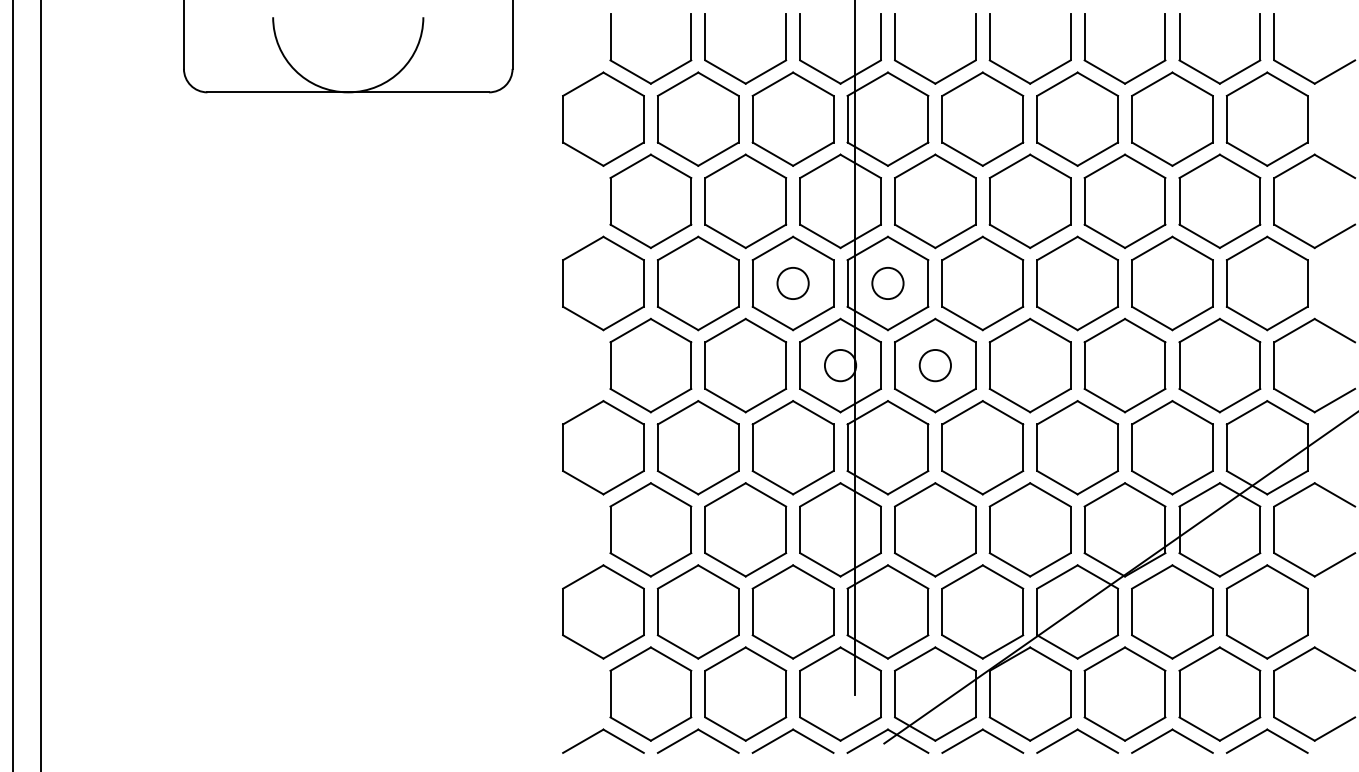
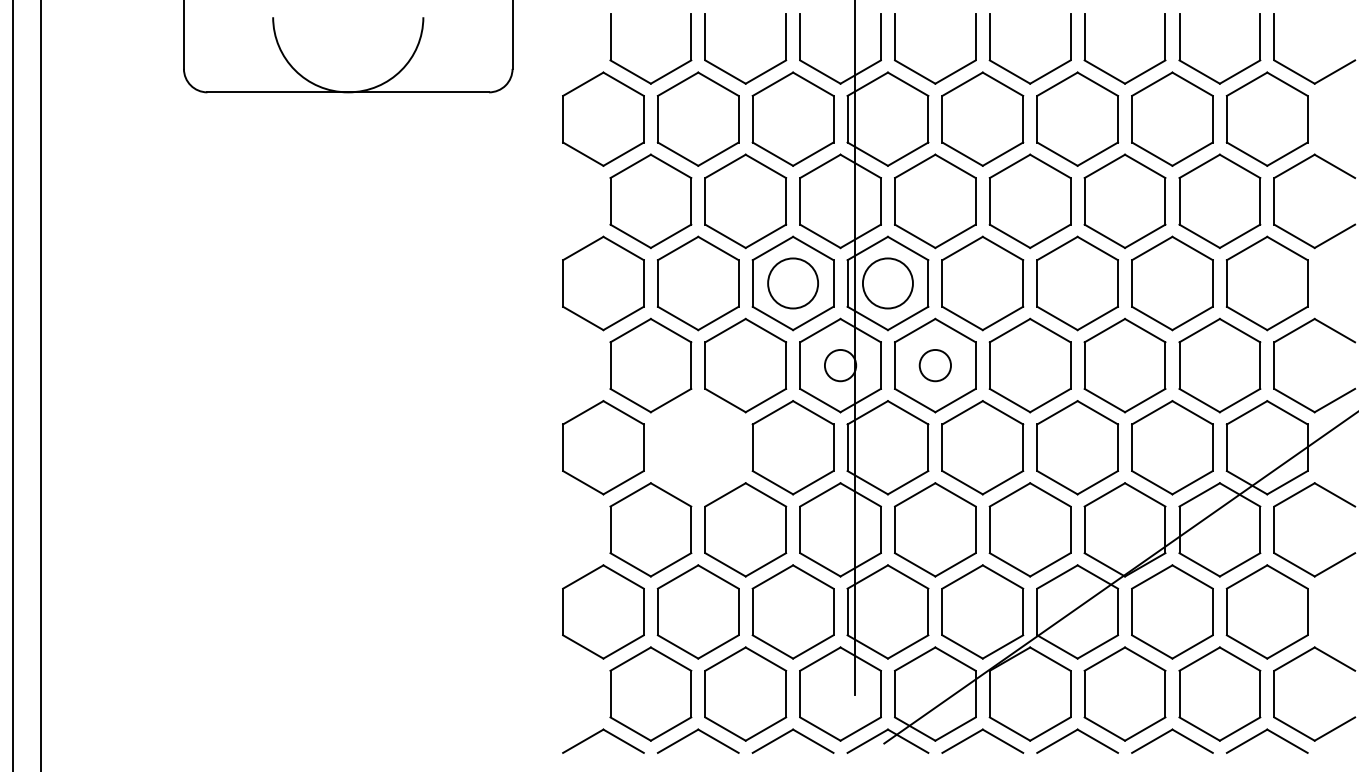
circle at (792, 283) diameter: 31 px -> 50 px
circle at (887, 283) diameter: 31 px -> 50 px
part at (697, 447): present -> none
